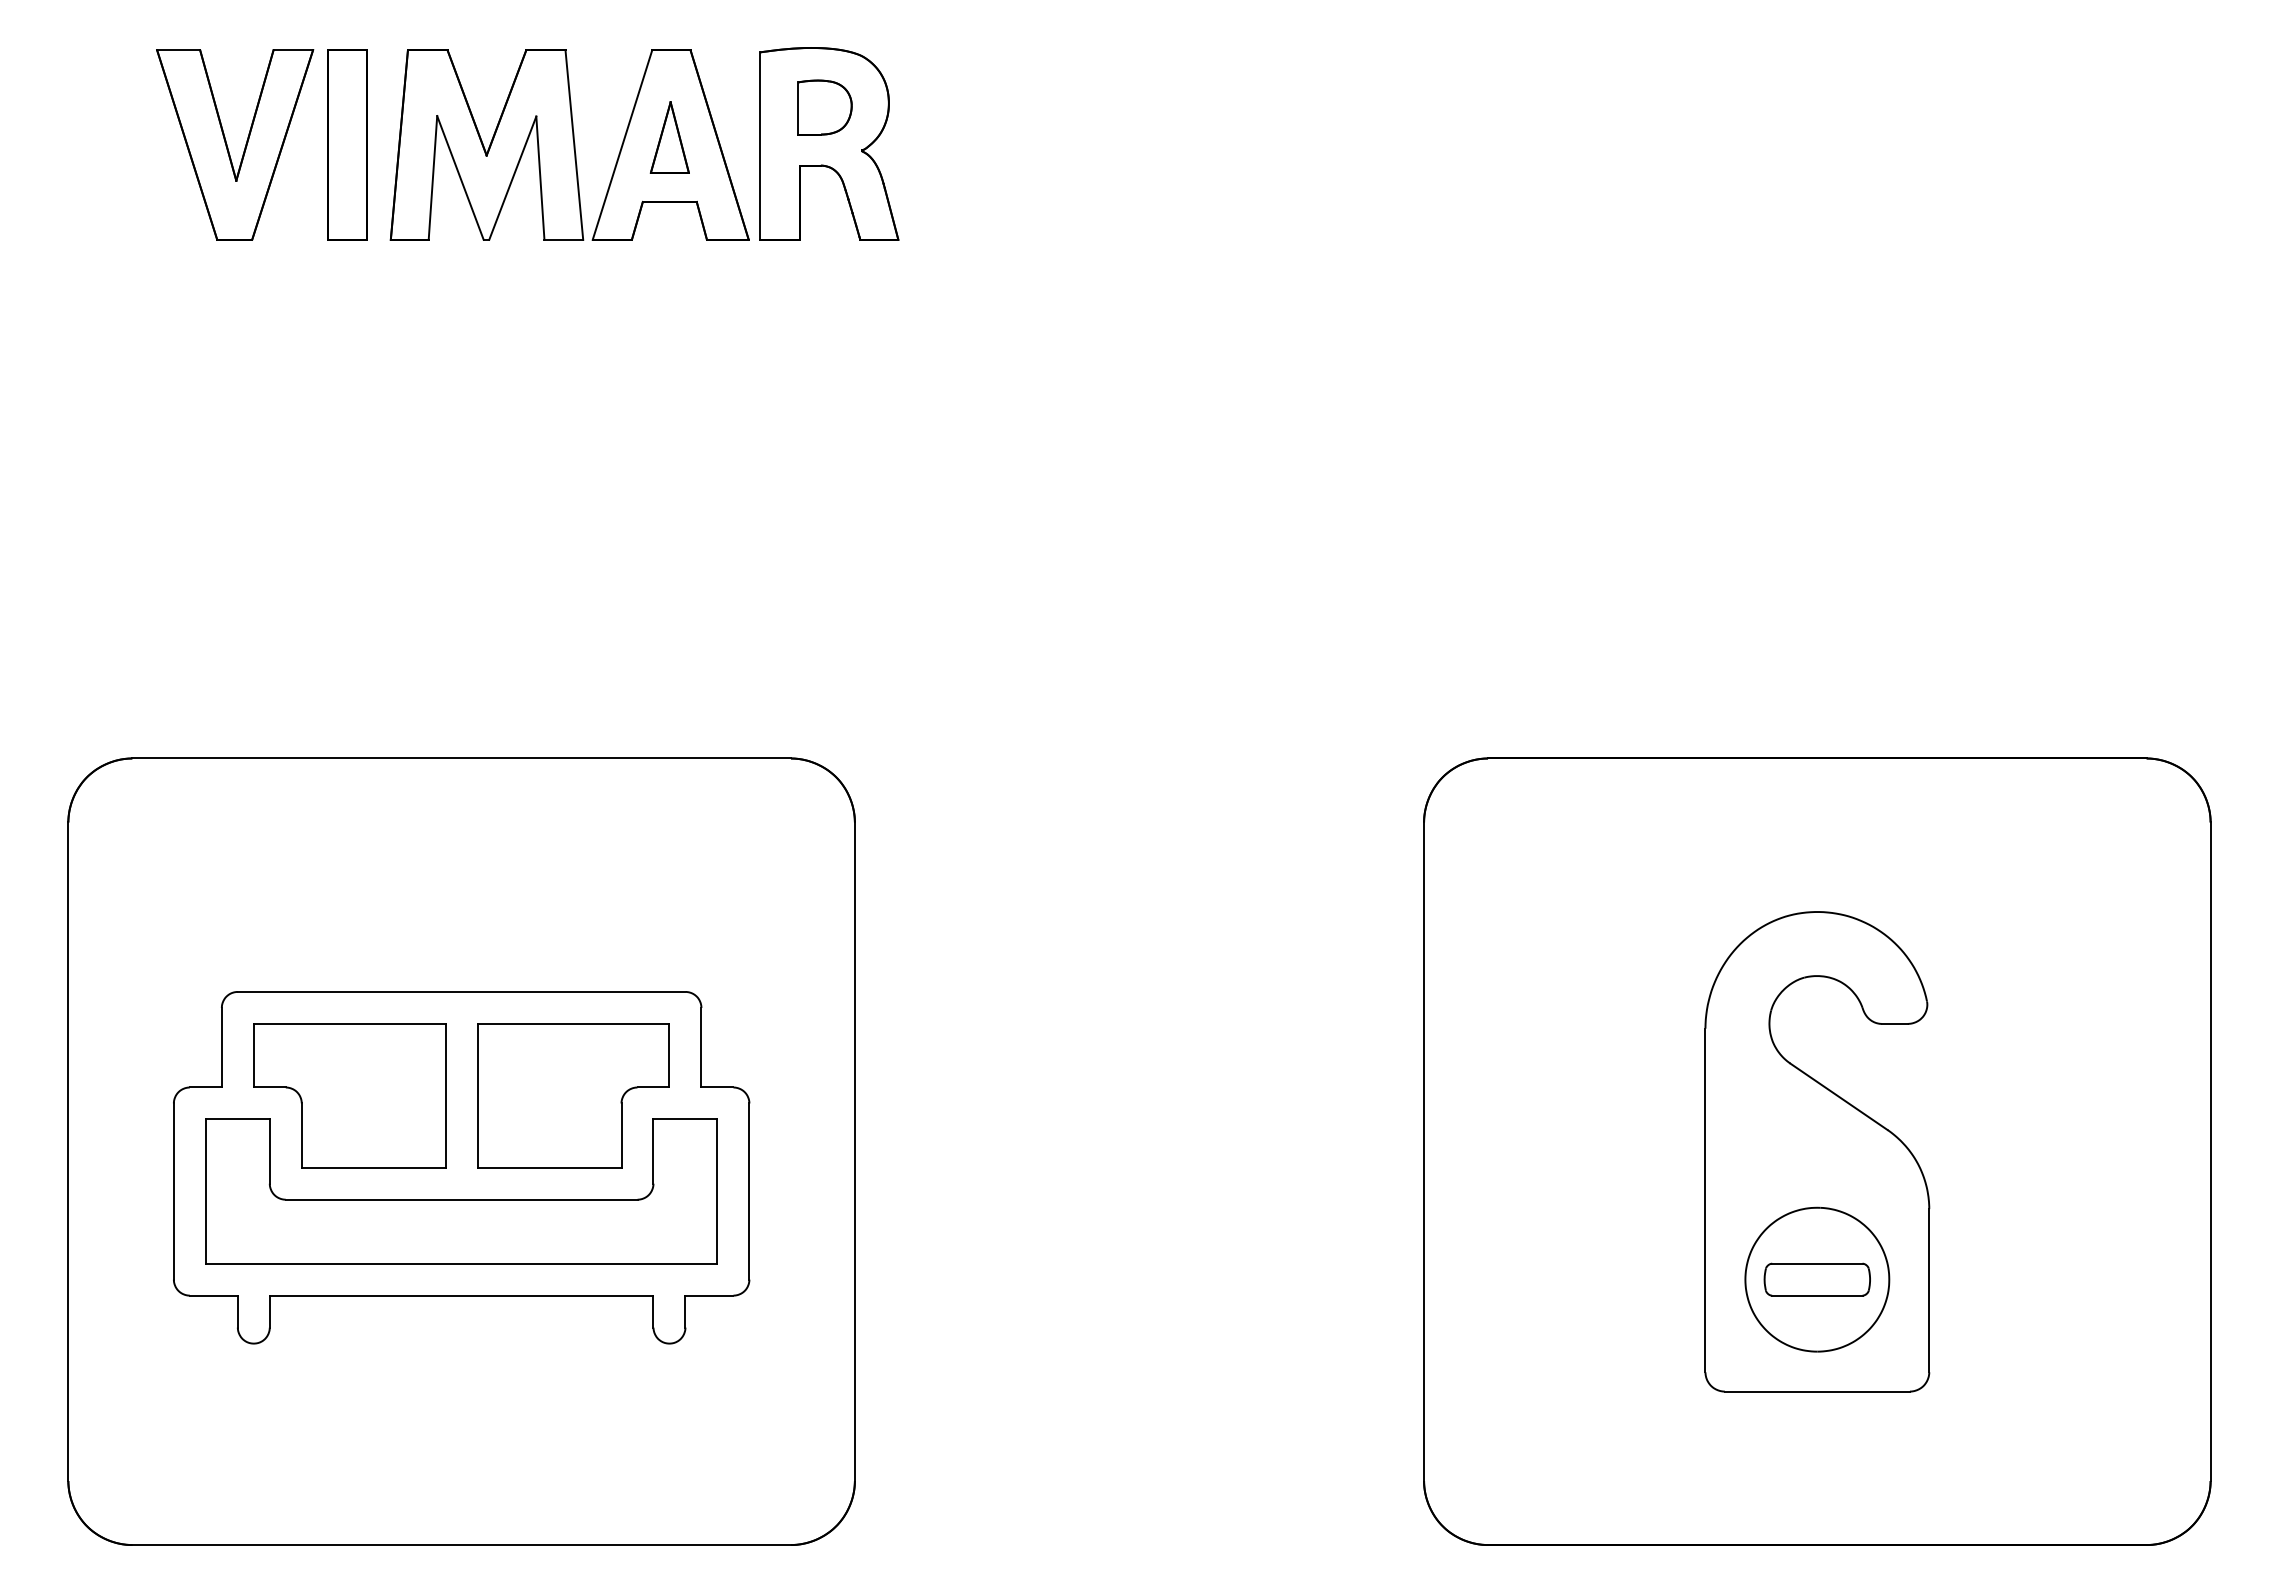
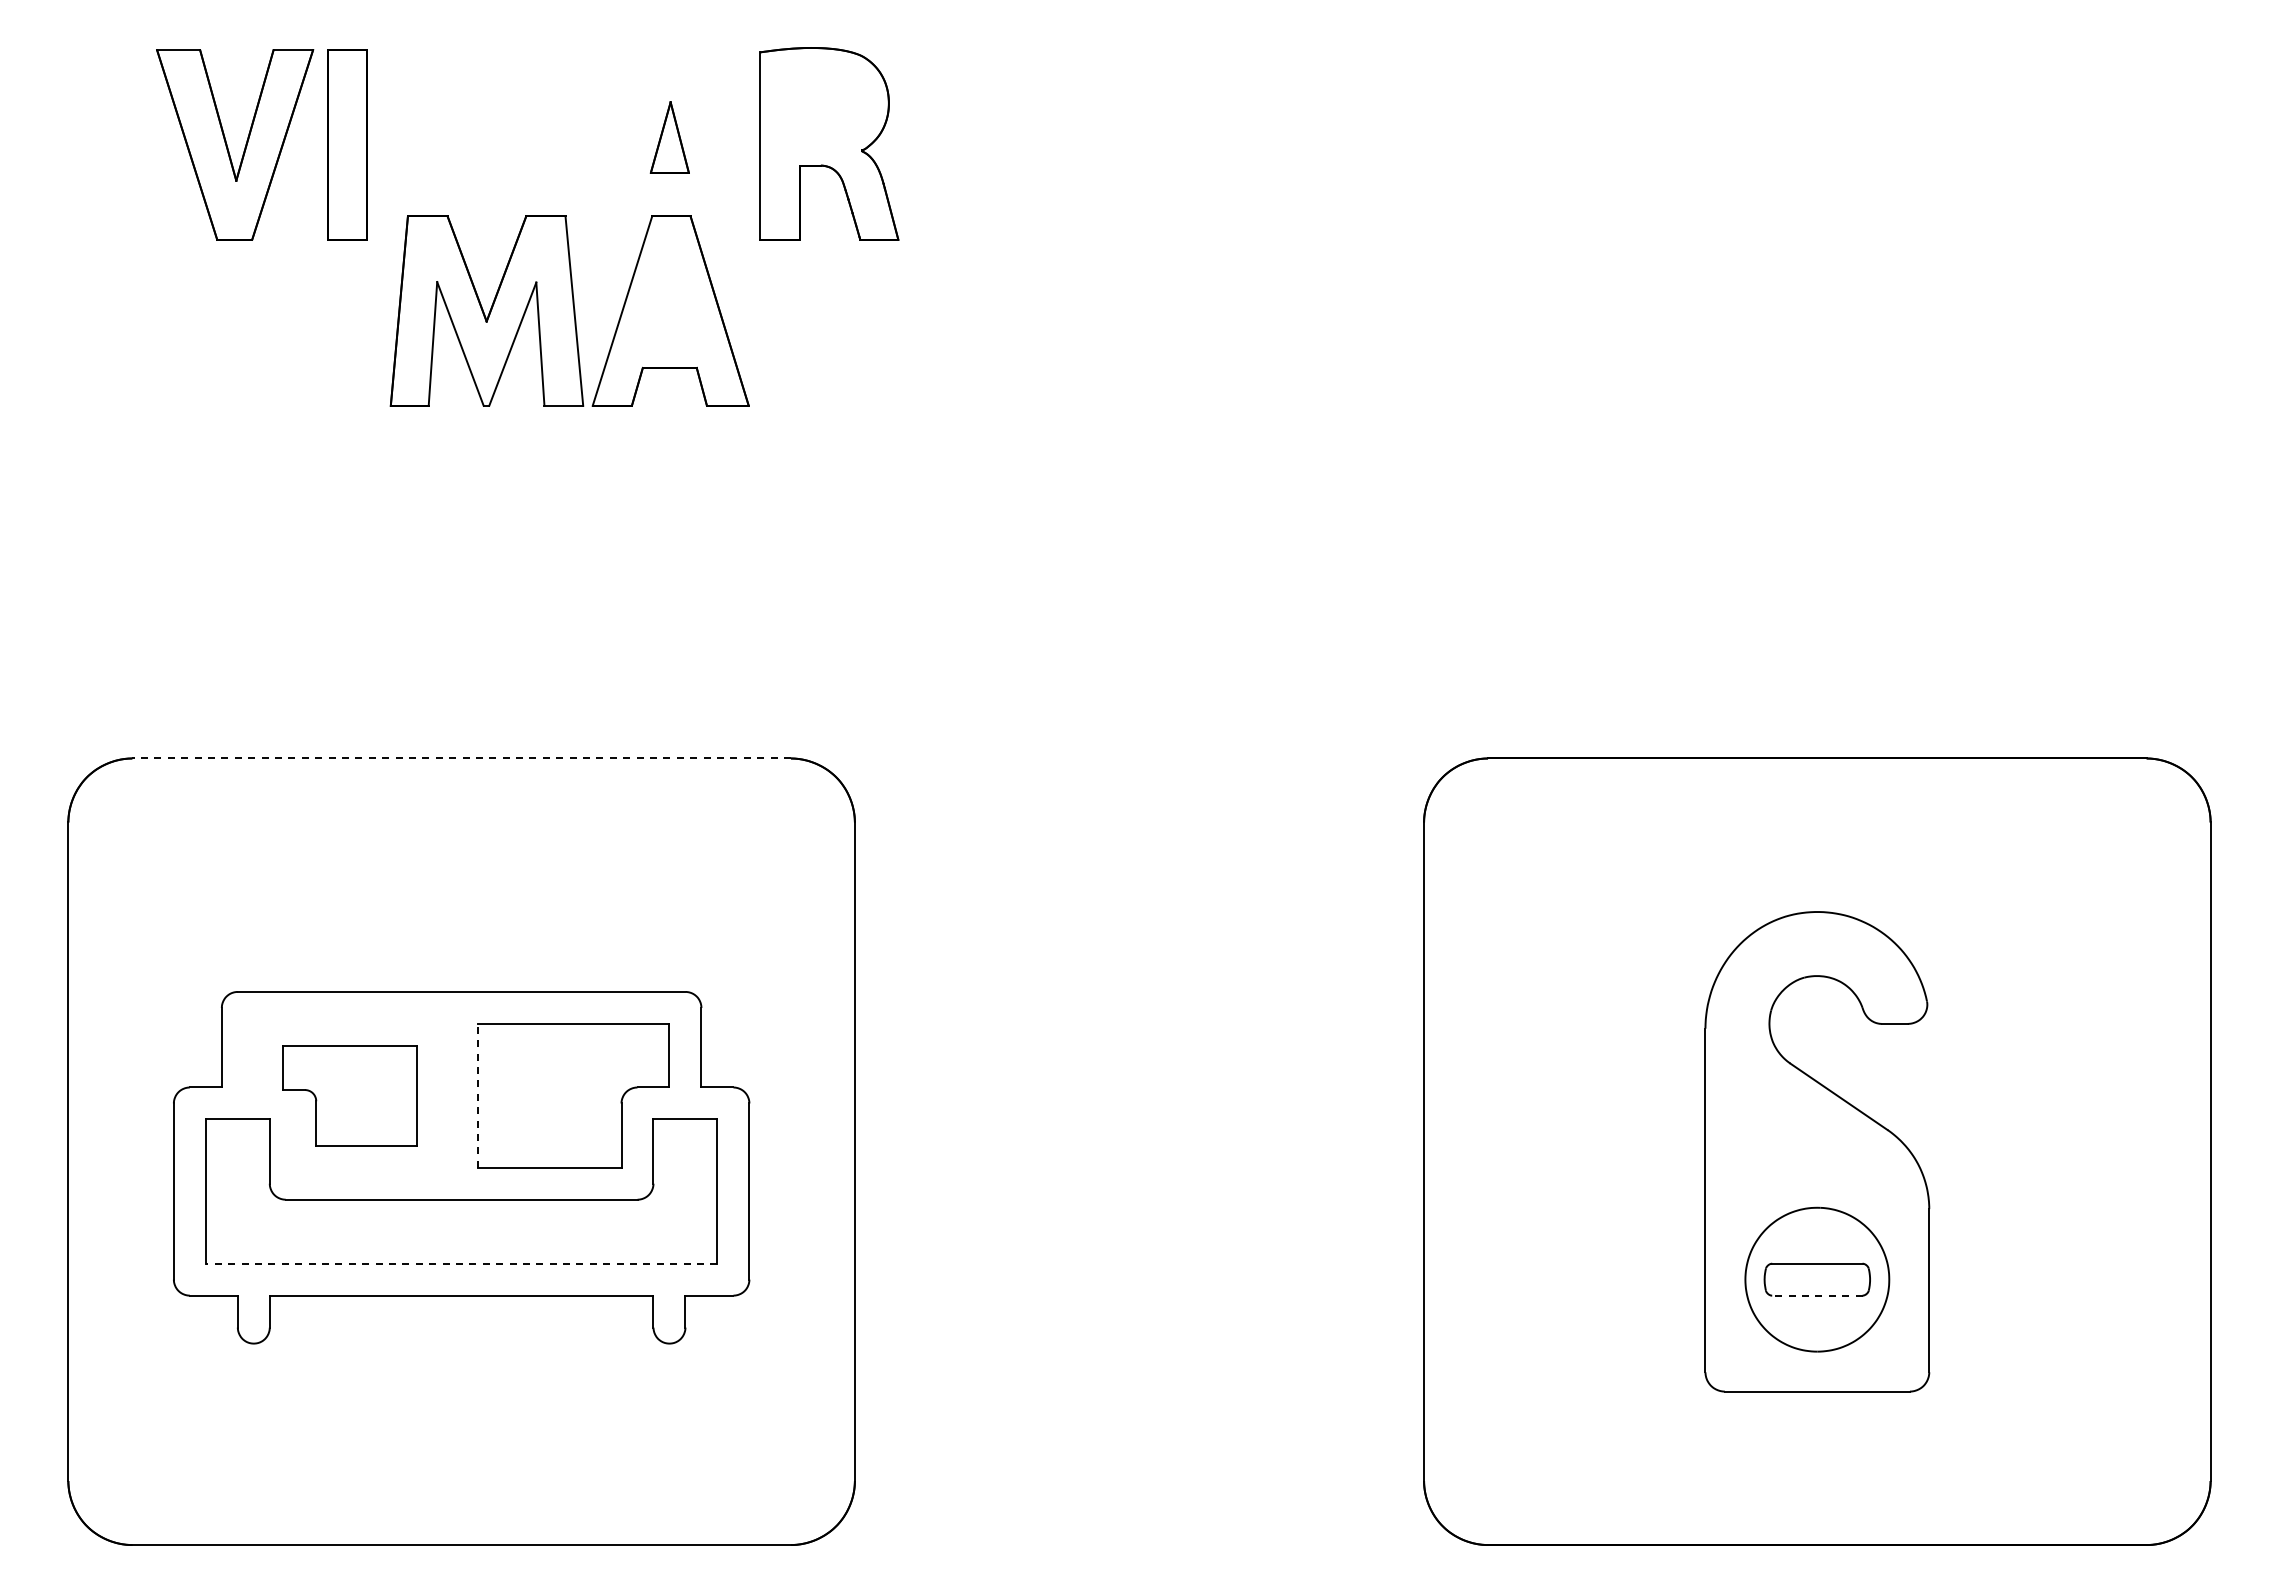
part at (824, 107): present -> none
part at (569, 144) position: (569, 144) -> (569, 310)
line at (461, 758): solid -> dashed
part at (349, 1095) size: 194x146 px -> 136x102 px
line at (477, 1095): solid -> dashed
line at (461, 1263): solid -> dashed
line at (1816, 1295): solid -> dashed
